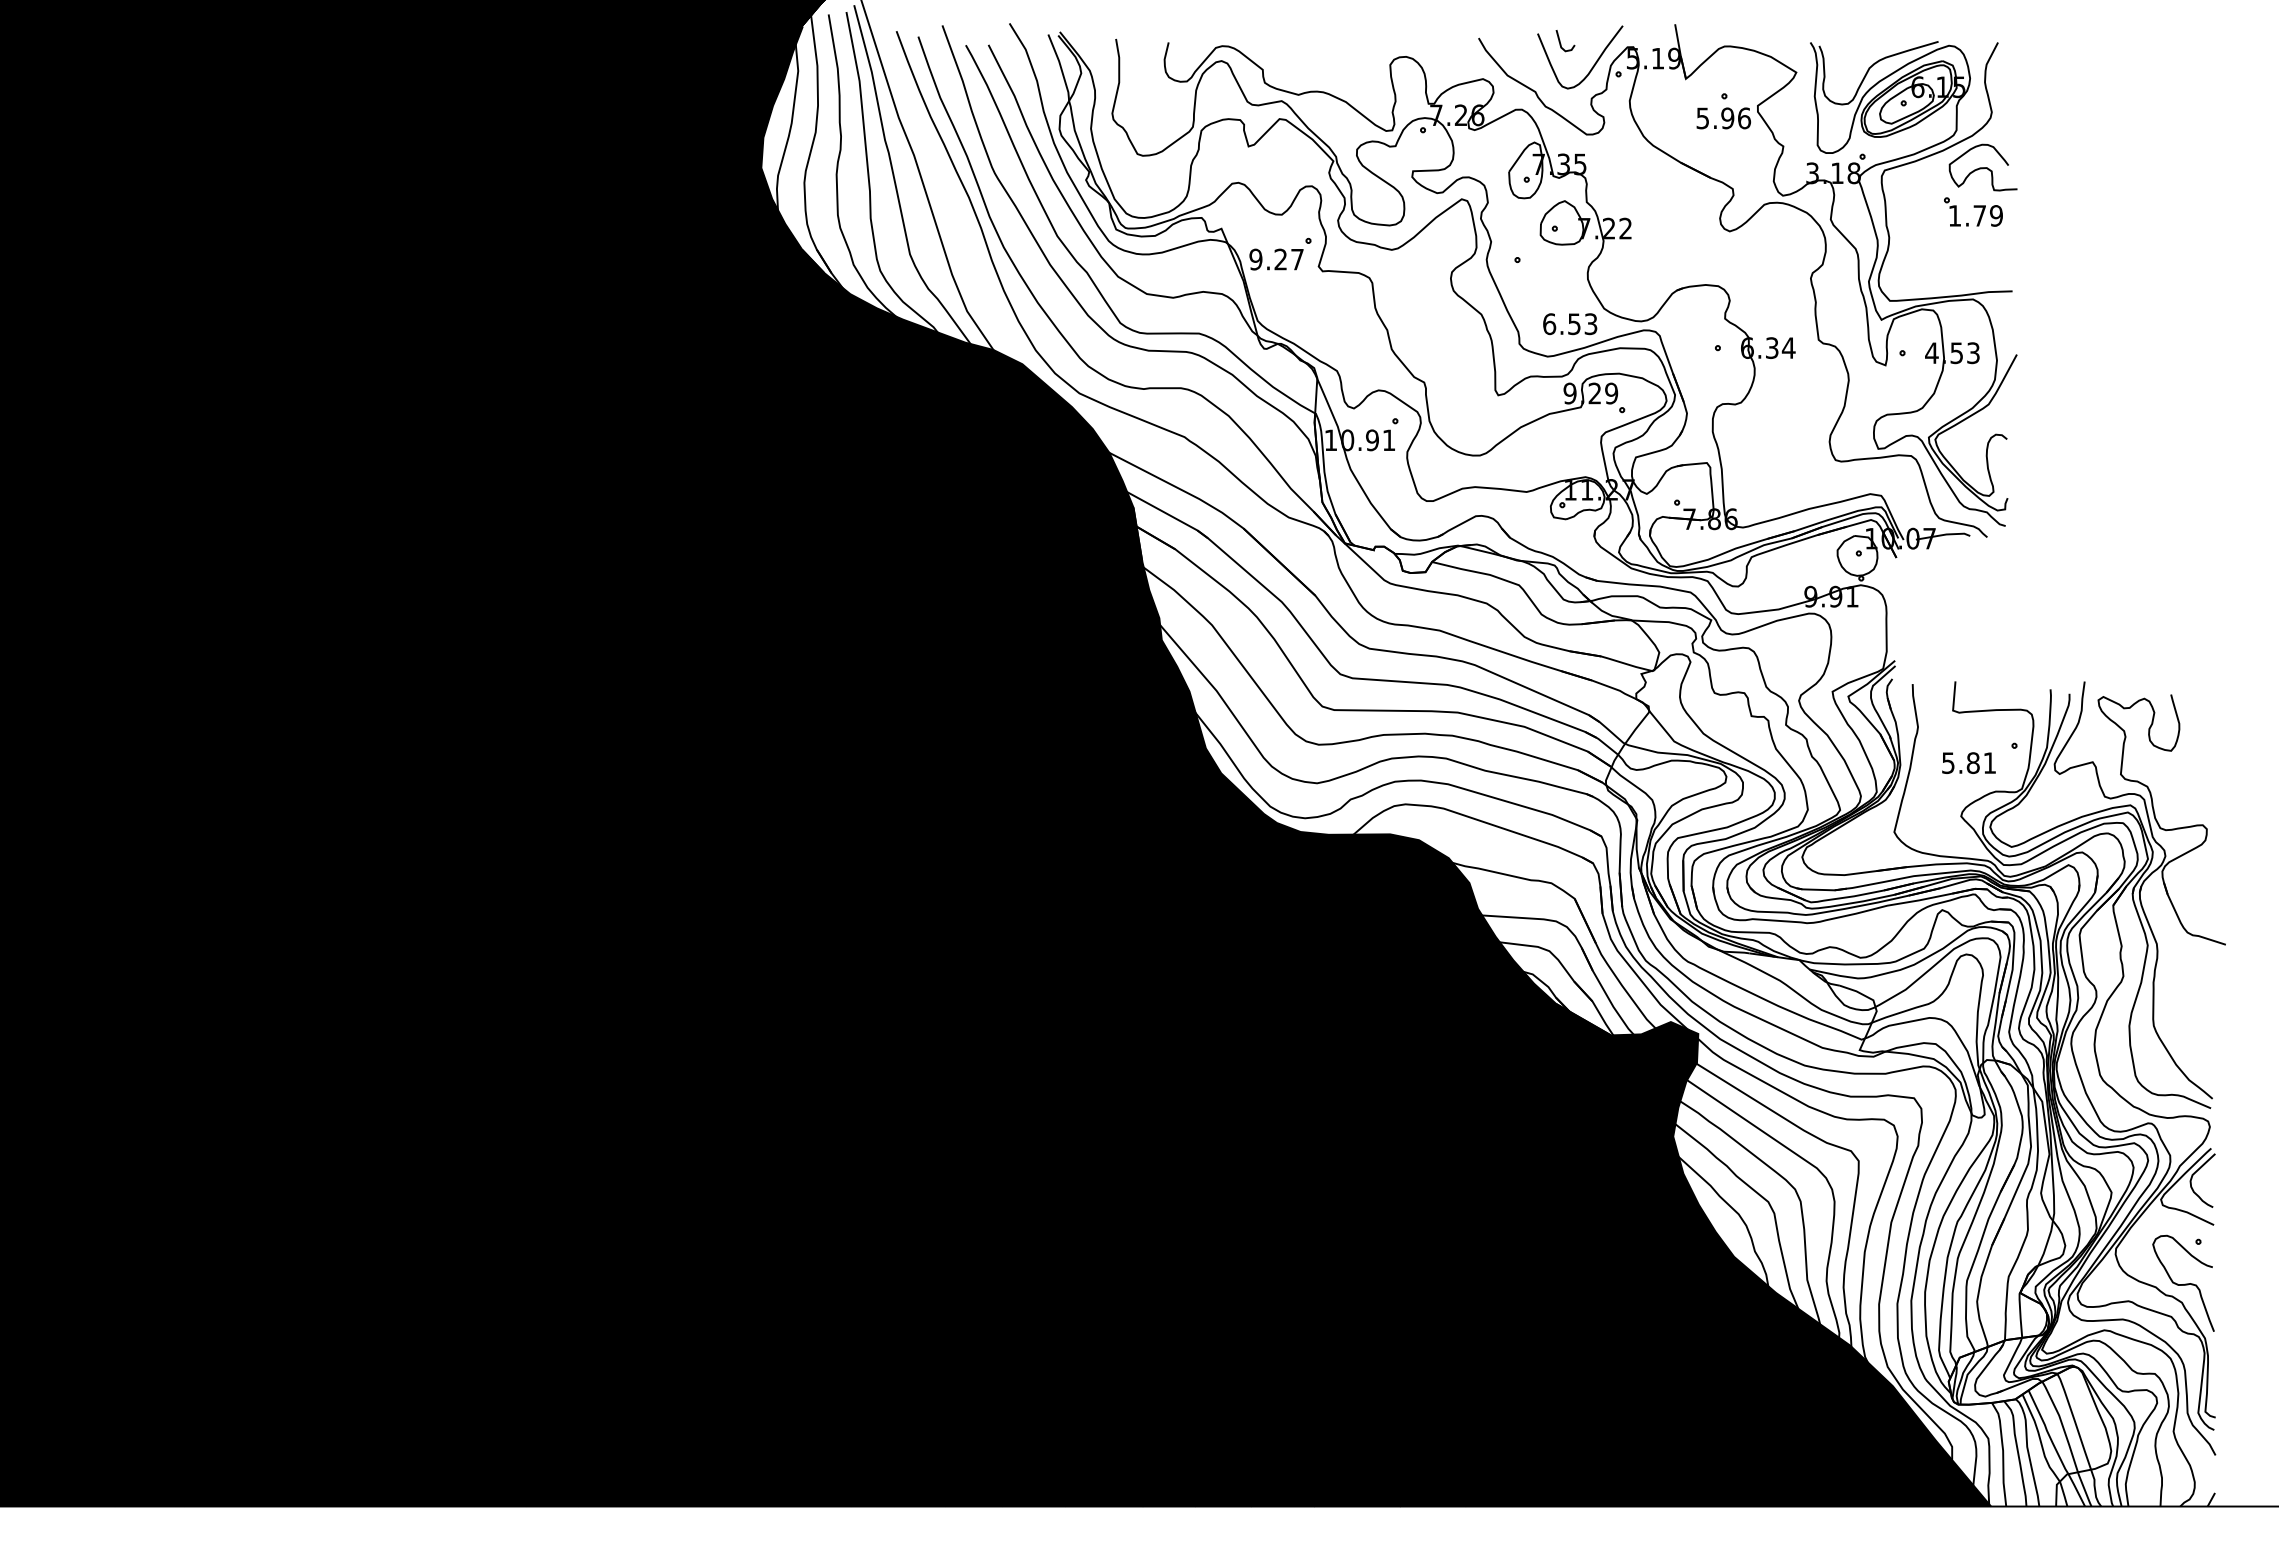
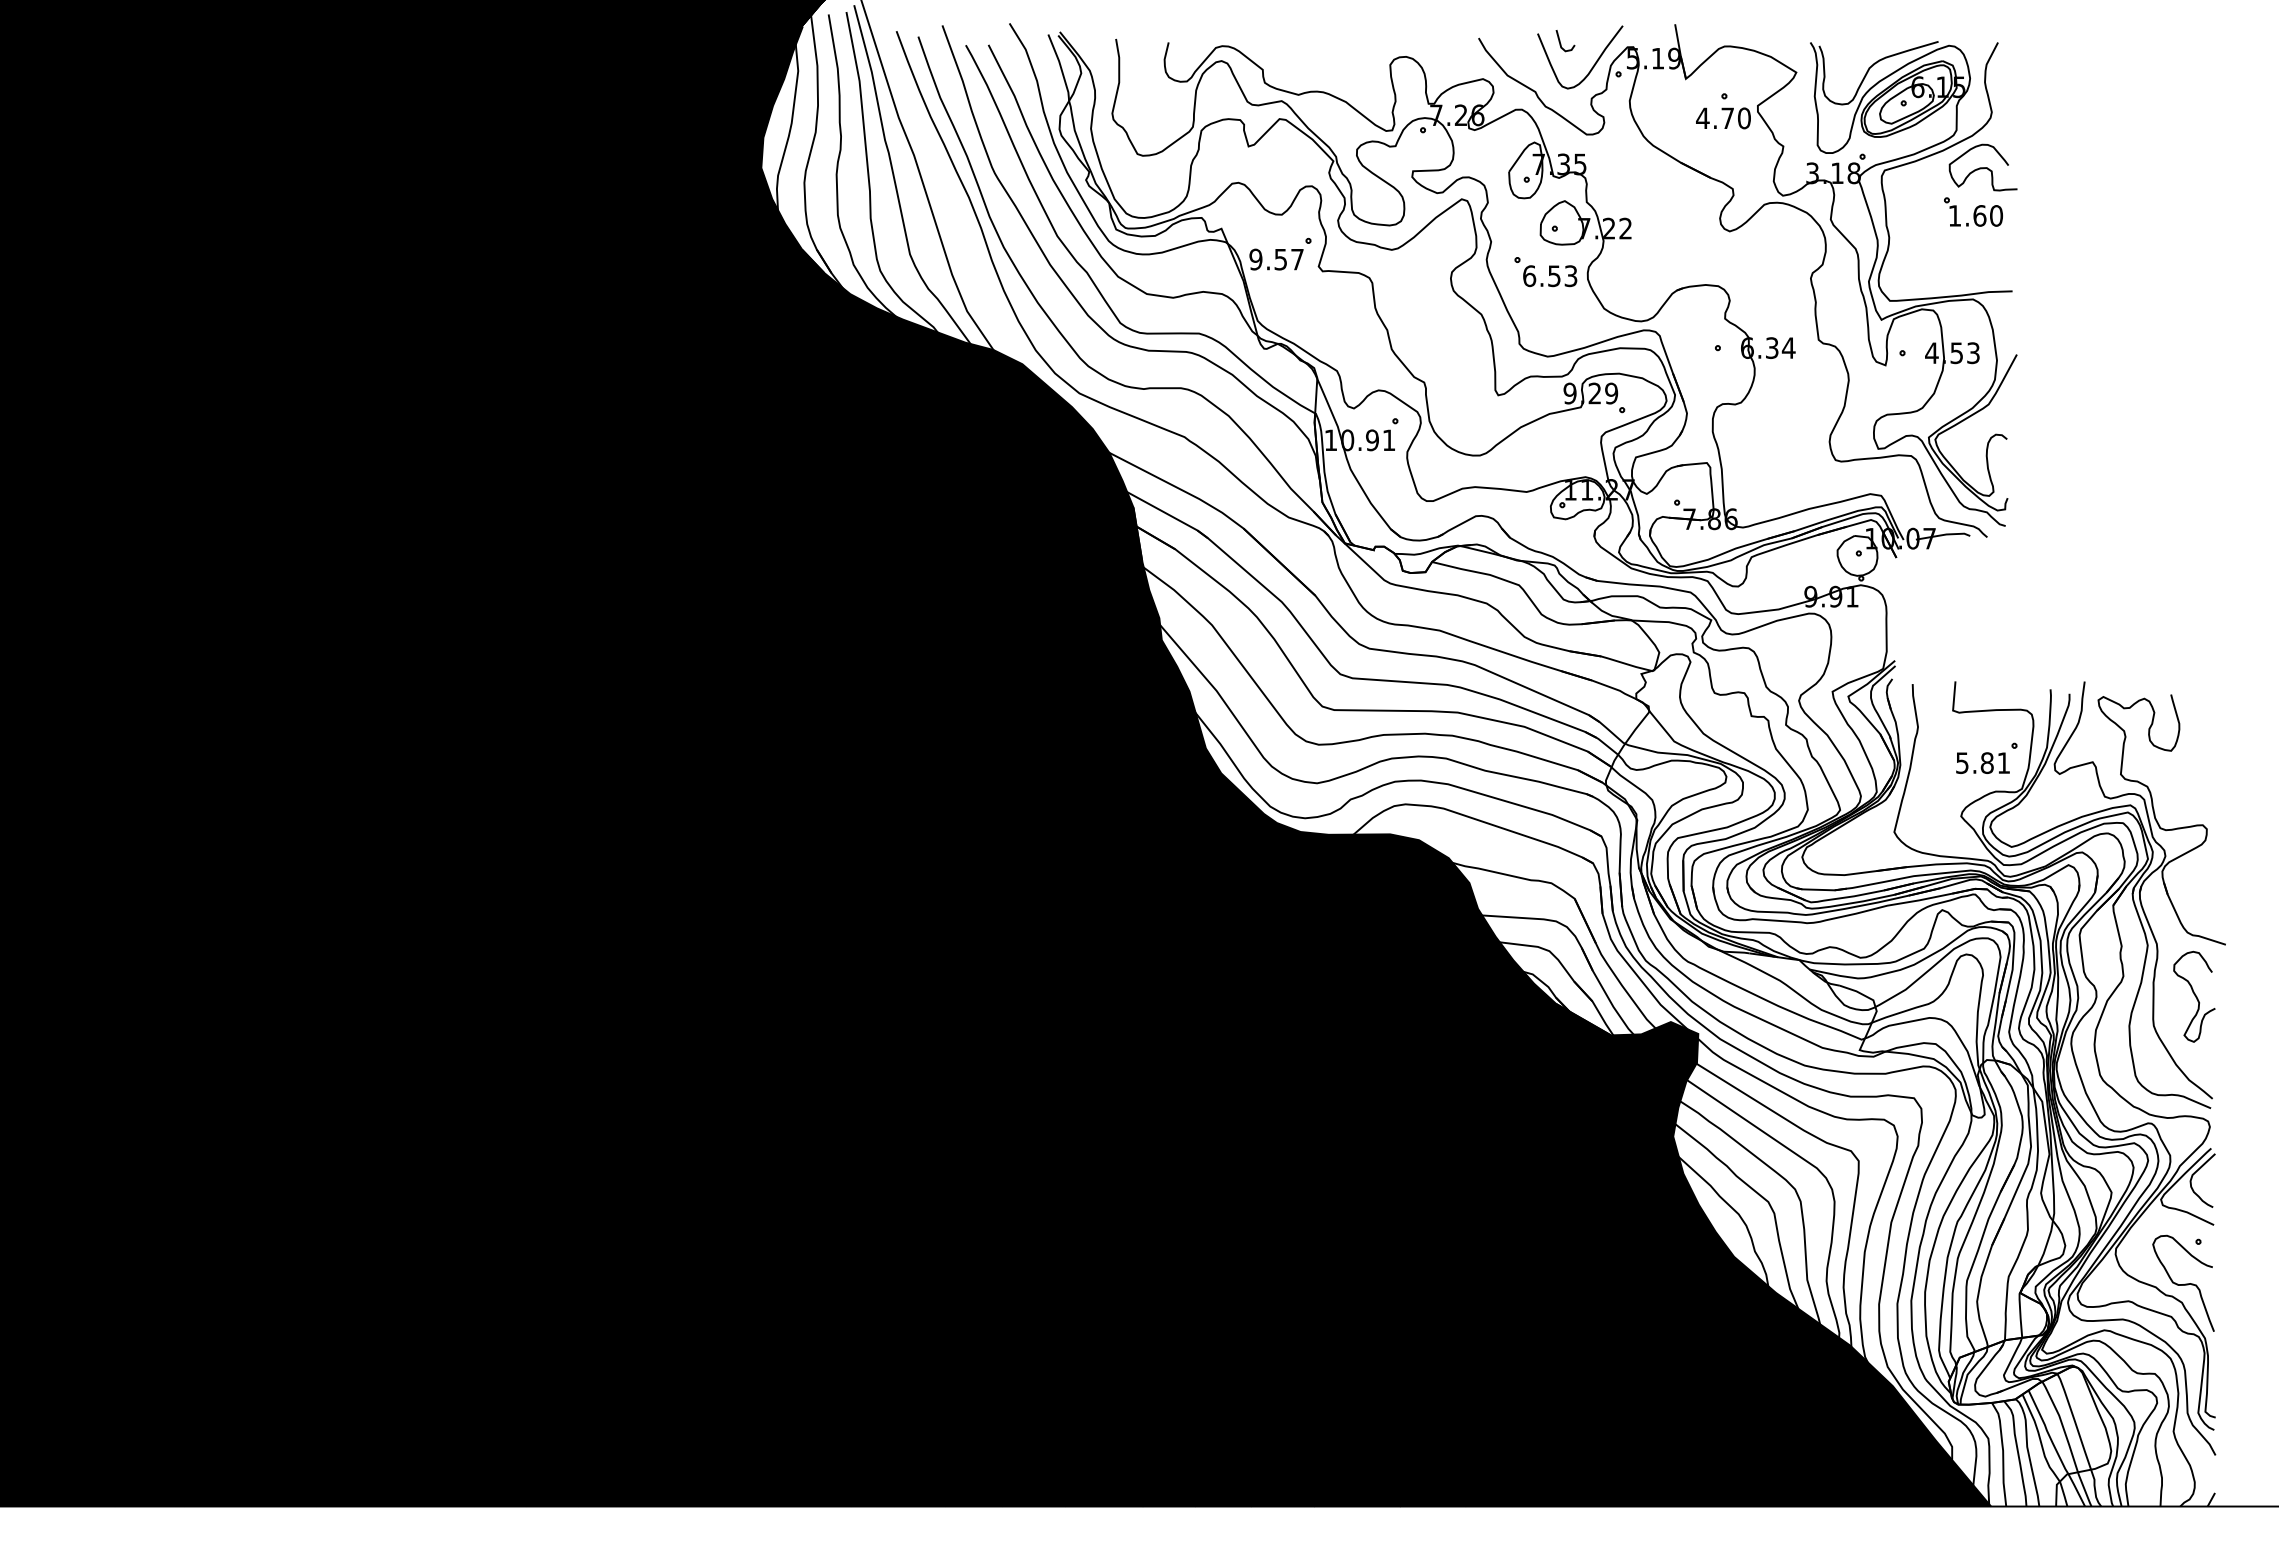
text at (1723, 118): 5.96 -> 4.70
text at (1987, 215): 1.79 -> 1.60
text at (1280, 259): 9.27 -> 9.57
text at (1570, 324) position: (1570, 324) -> (1550, 276)
text at (1968, 762) position: (1968, 762) -> (1982, 762)
curve at (2194, 995): none -> present
